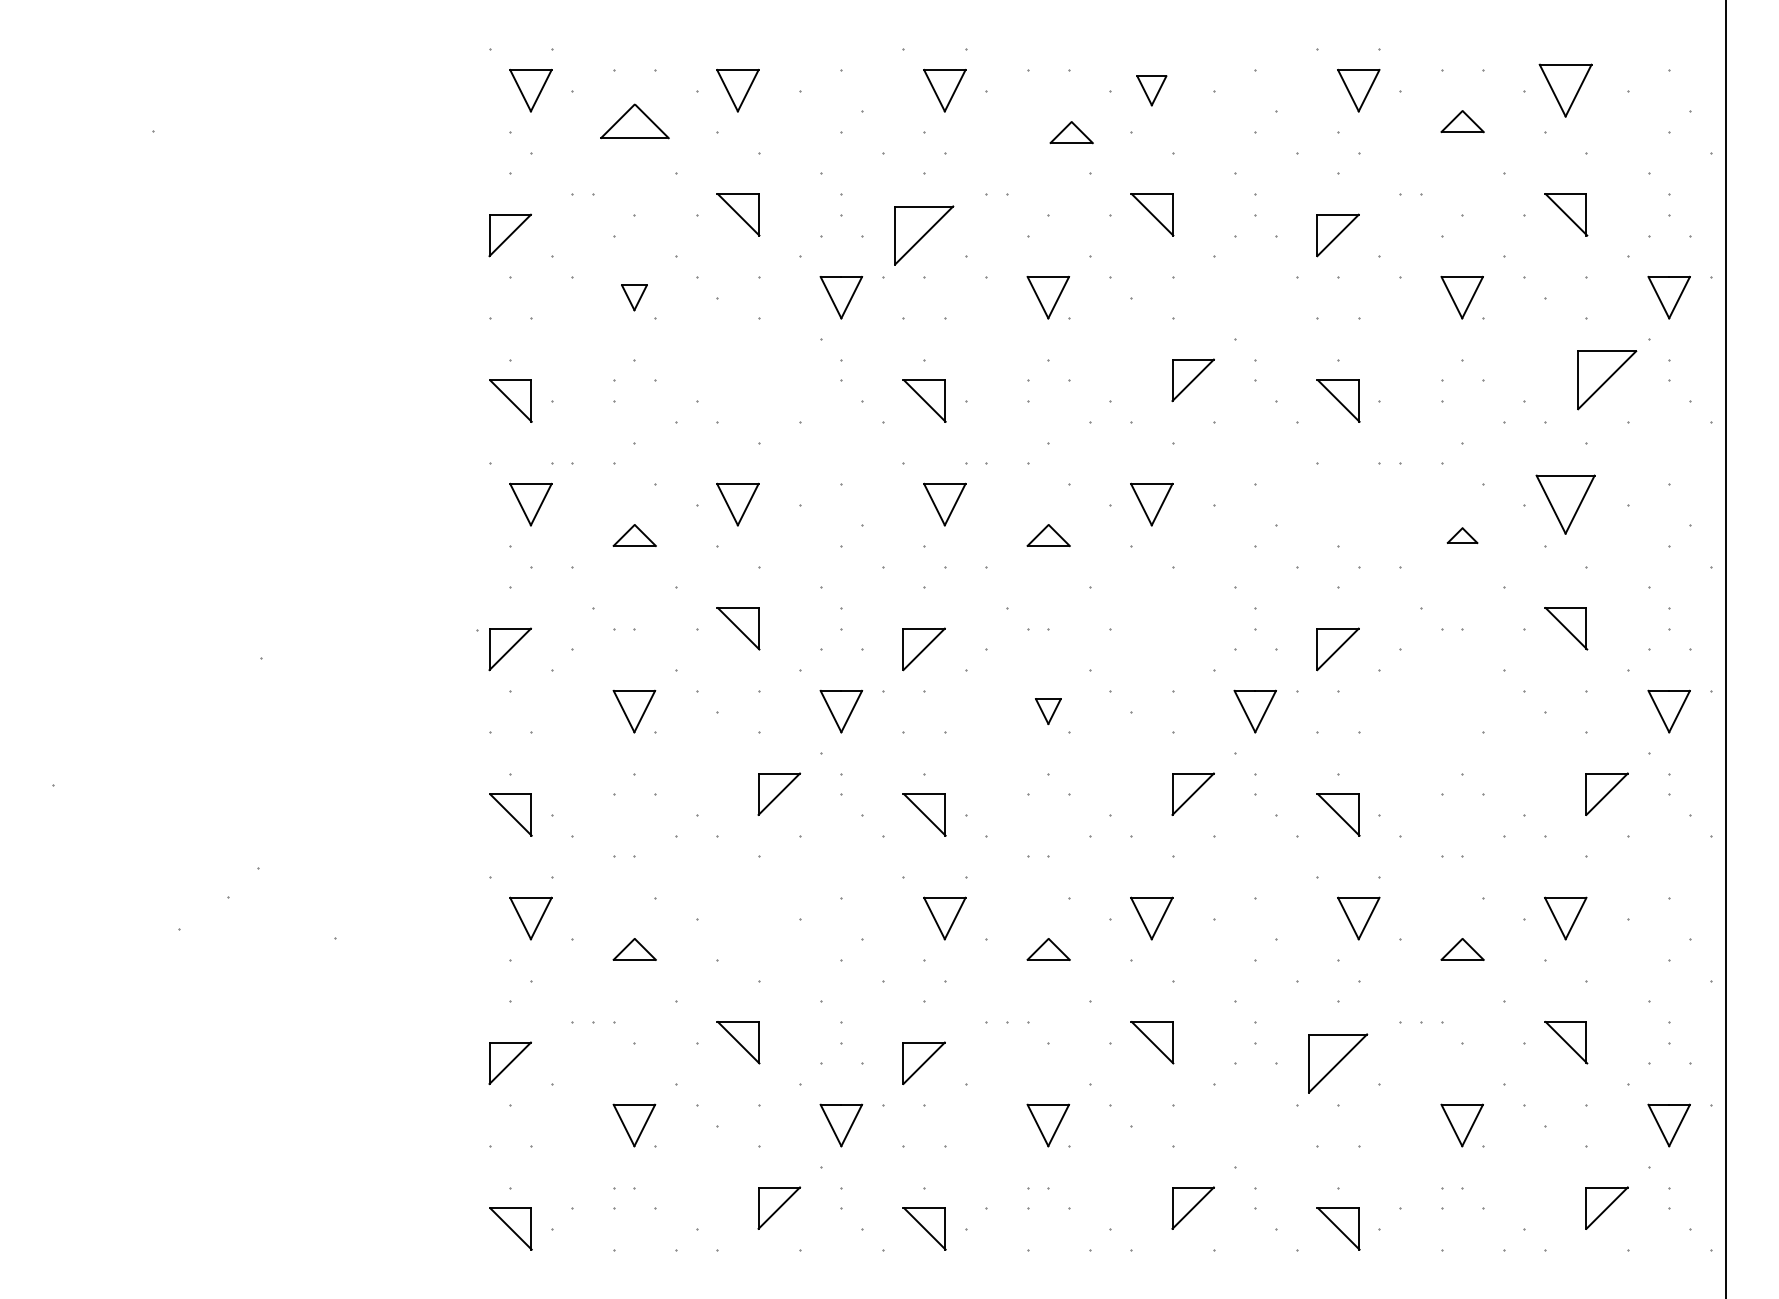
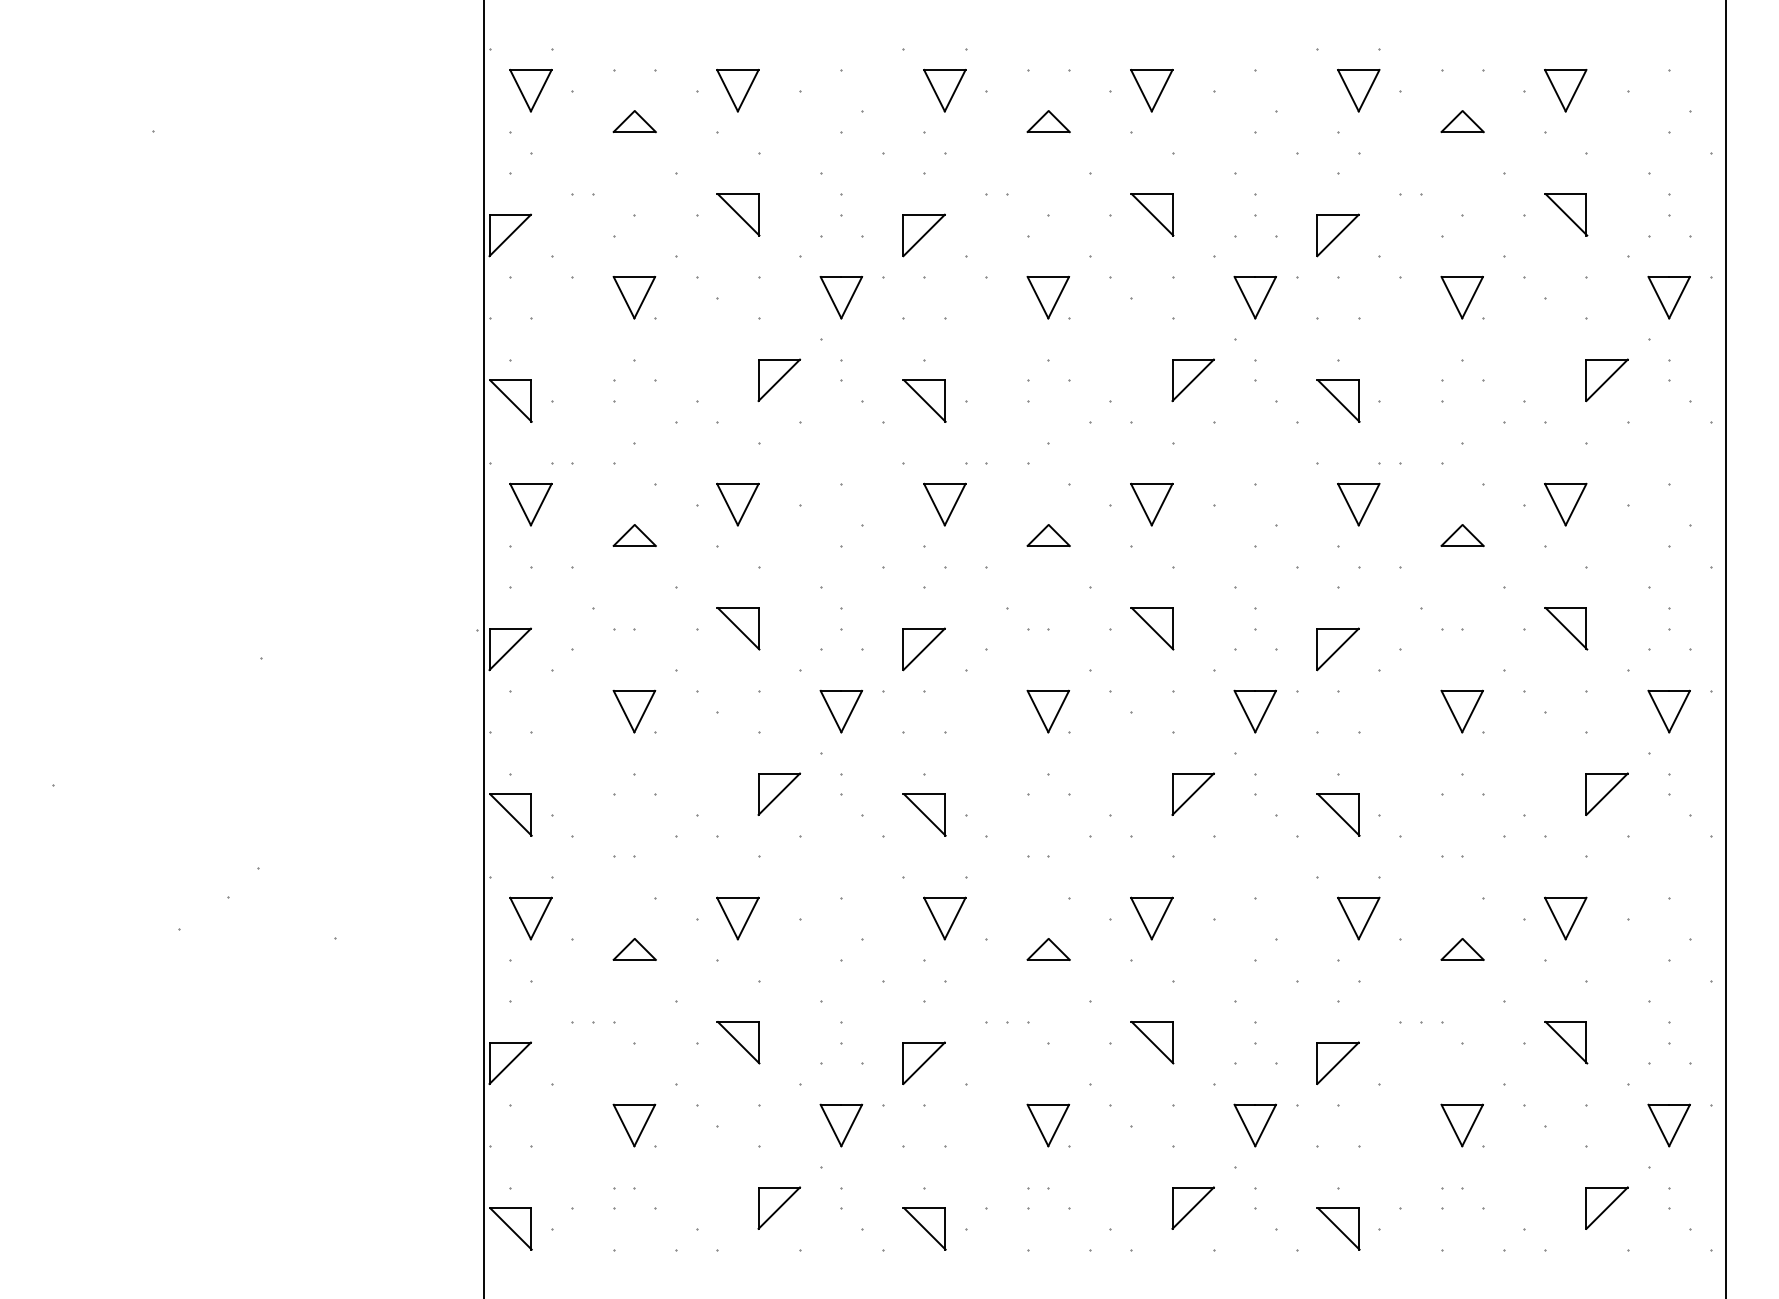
part at (1151, 90) size: 32x32 px -> 44x44 px
part at (1565, 90) size: 55x55 px -> 44x44 px
part at (634, 121) size: 70x37 px -> 45x24 px
part at (1071, 132) position: (1071, 132) -> (1048, 121)
part at (924, 235) size: 61x61 px -> 44x45 px
part at (634, 297) size: 27x28 px -> 45x44 px
part at (1254, 297): none -> present
part at (779, 380): none -> present
part at (1607, 380) size: 61x61 px -> 44x45 px
part at (1358, 504): none -> present
part at (1565, 504) size: 61x61 px -> 44x45 px
part at (1462, 535) size: 33x18 px -> 45x24 px
part at (1152, 628): none -> present
line at (483, 648): none -> present
part at (1048, 711) size: 27x28 px -> 45x45 px
part at (1461, 711): none -> present
part at (737, 918): none -> present
part at (1338, 1063) size: 61x61 px -> 44x44 px
part at (1254, 1125): none -> present
